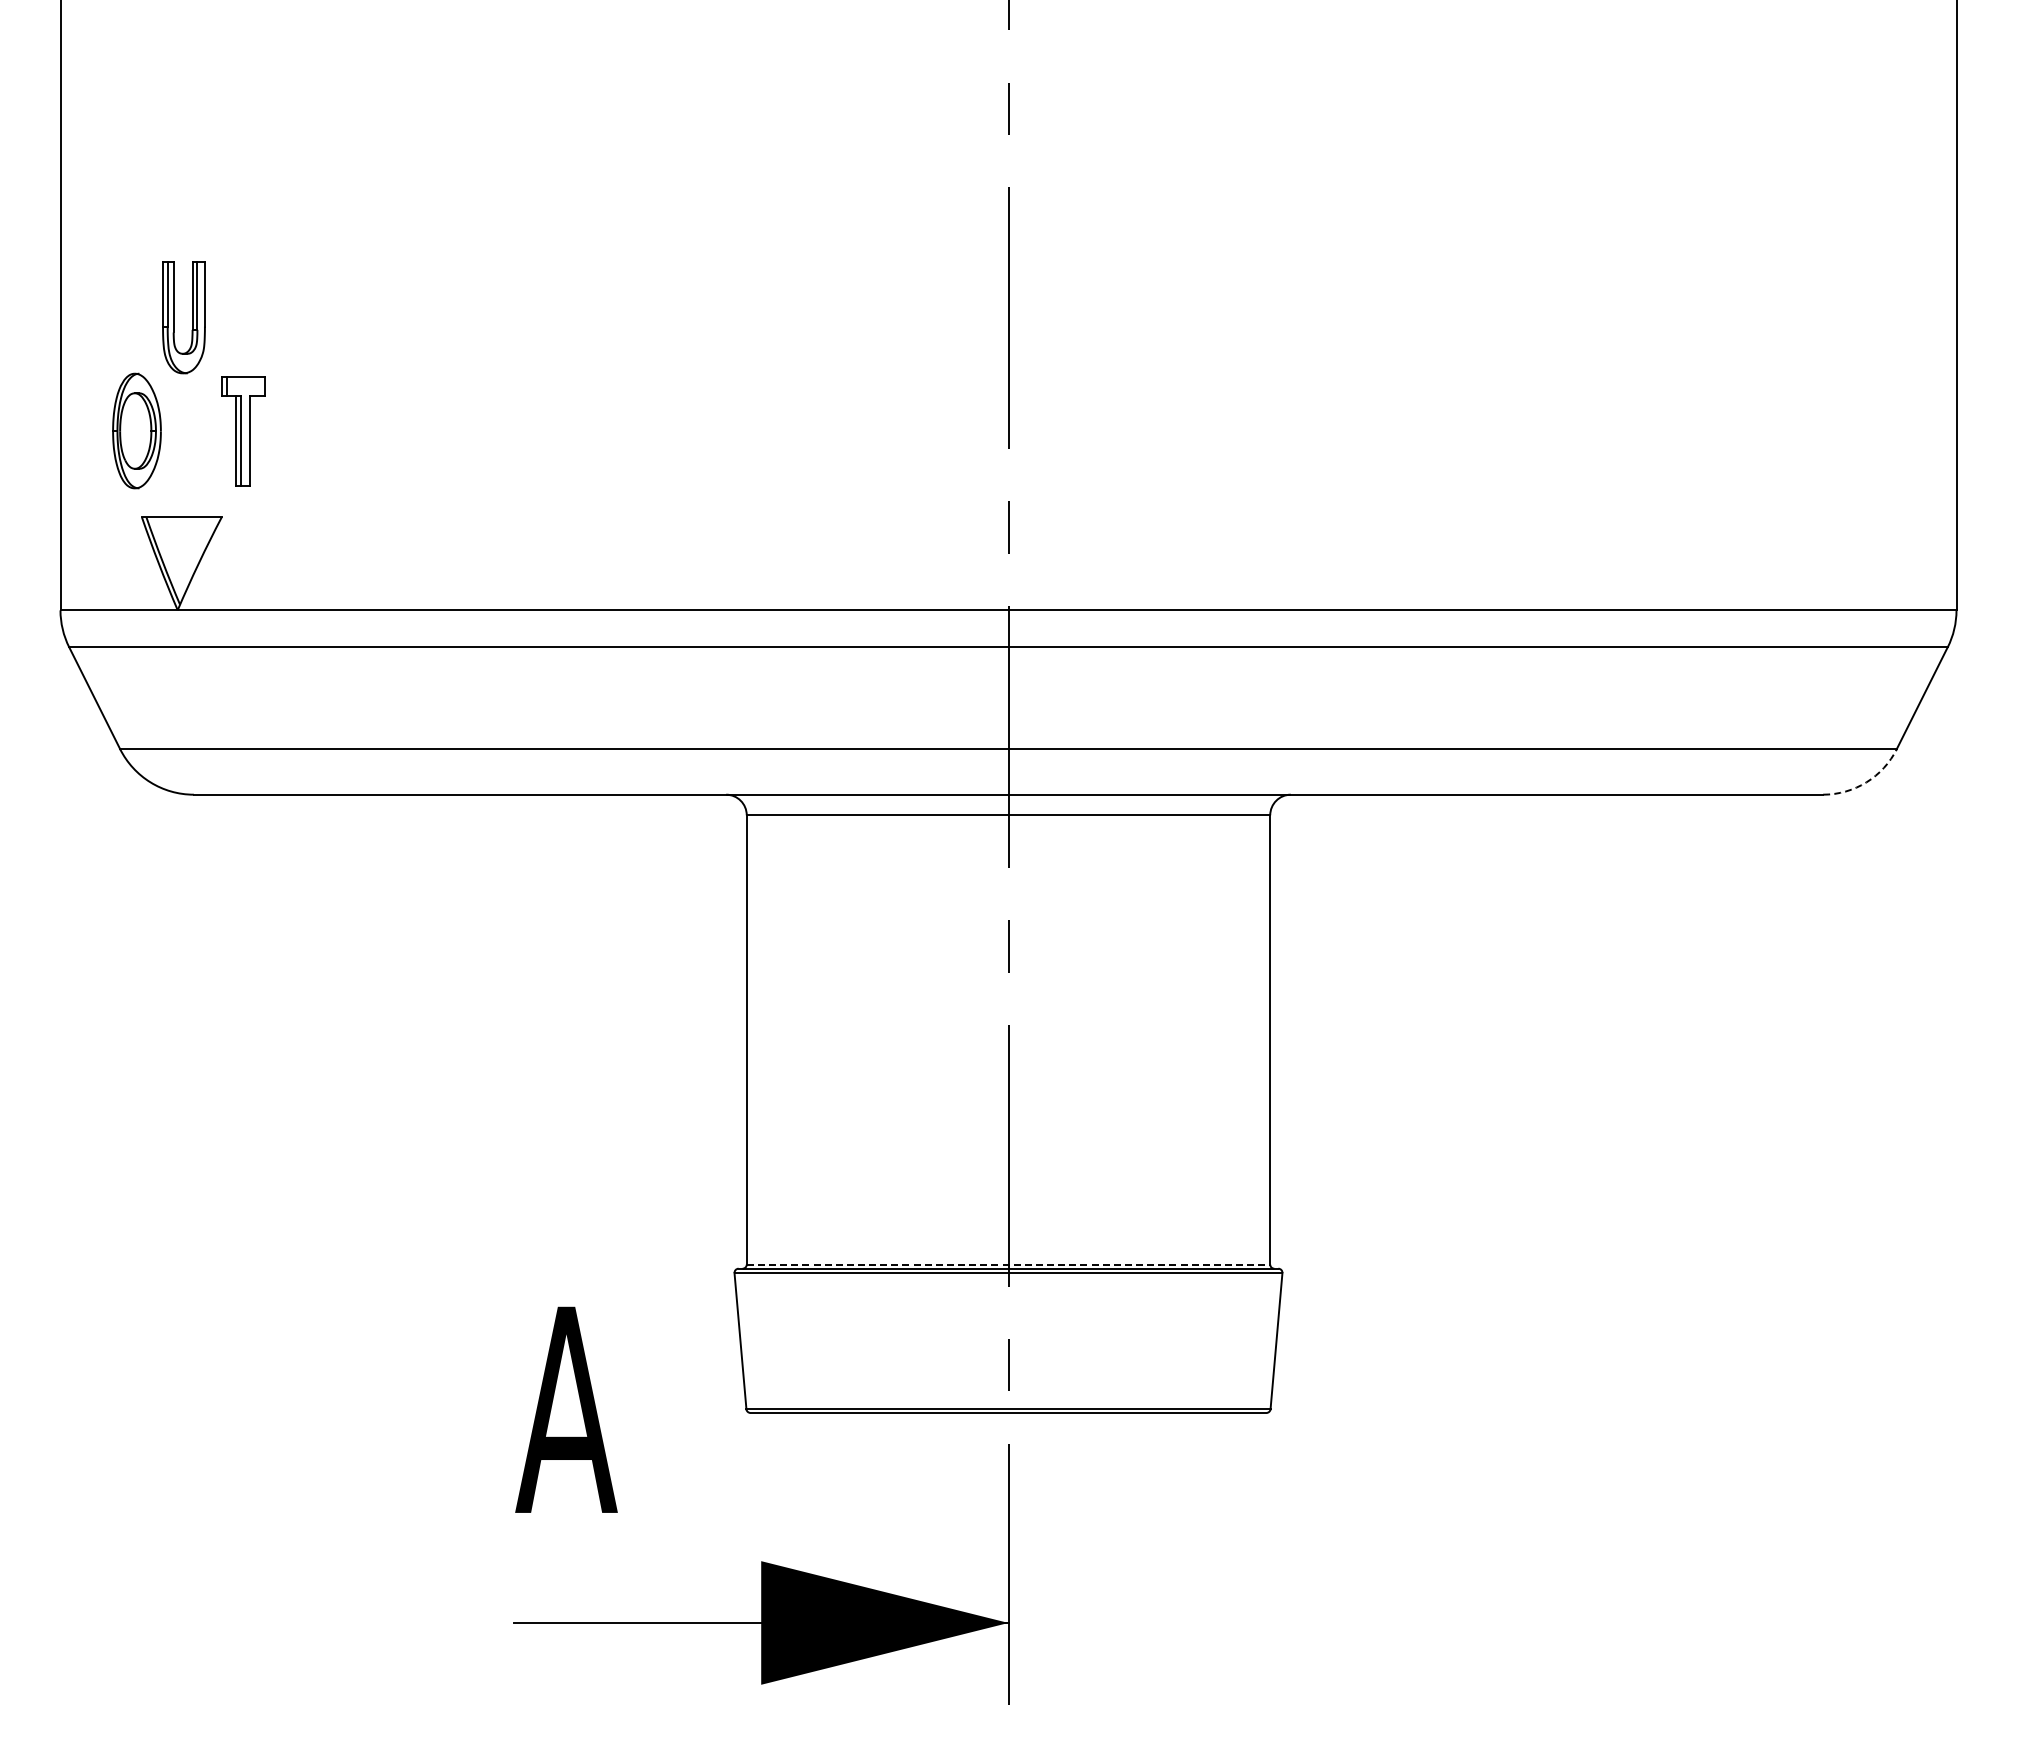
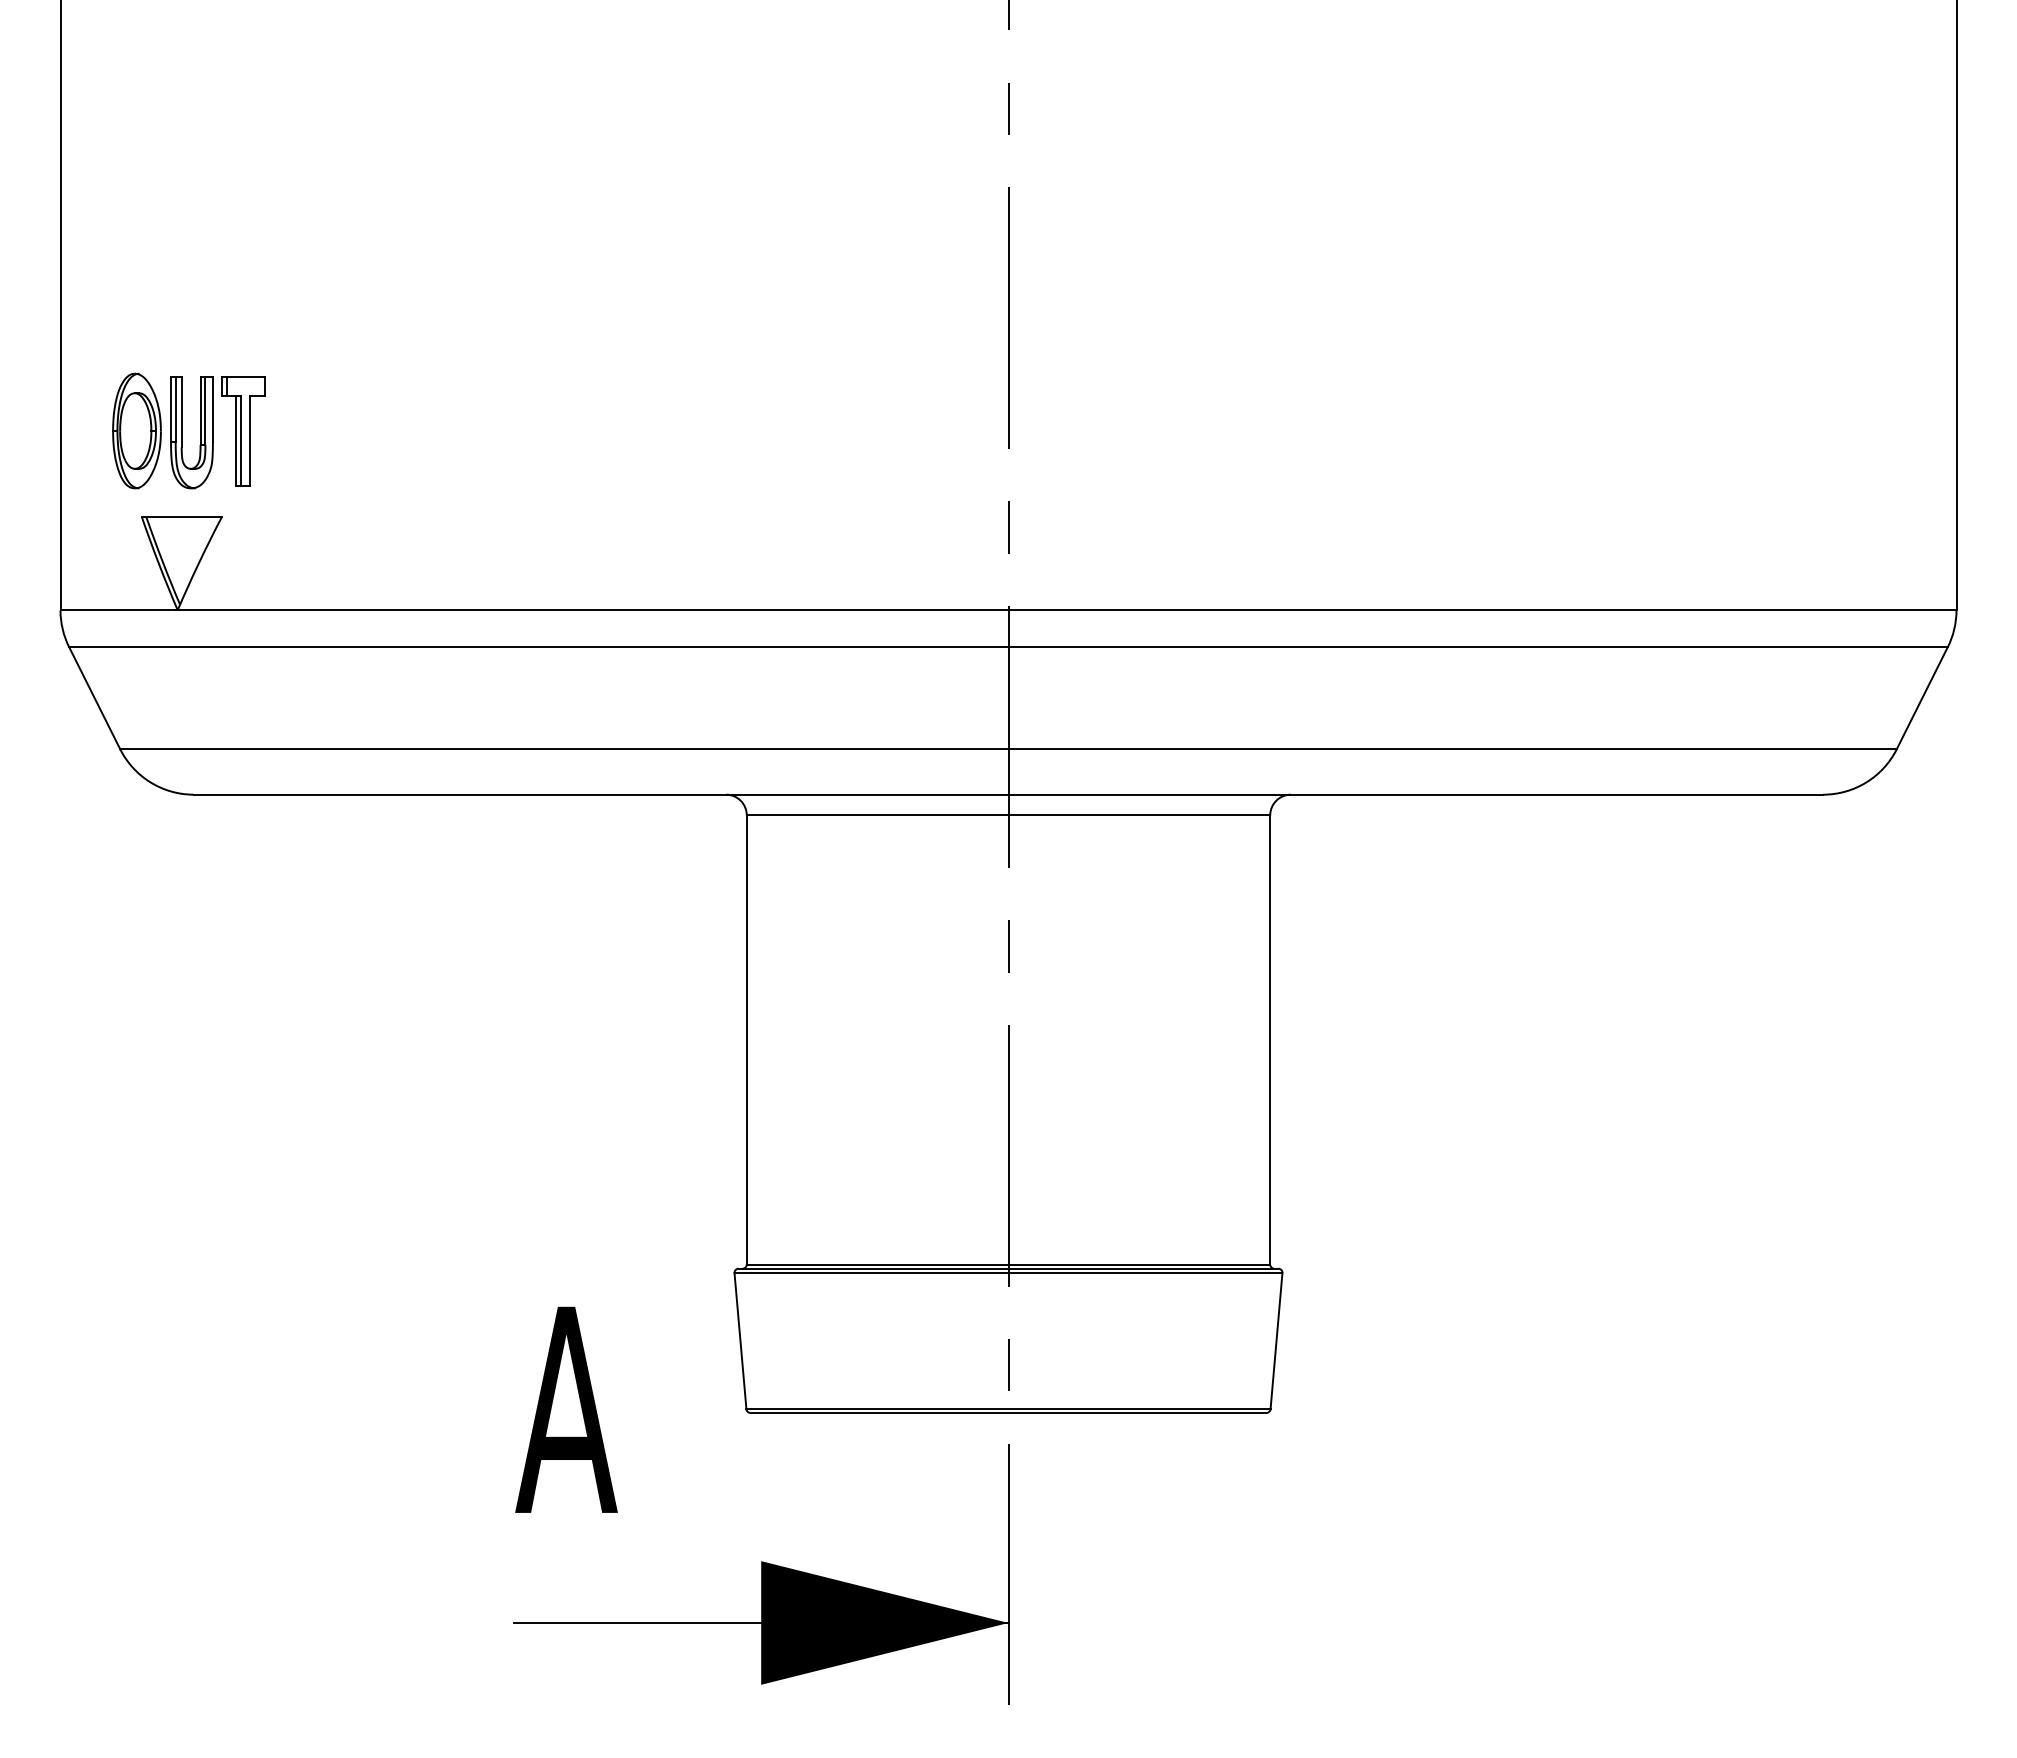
part at (174, 317) position: (174, 317) -> (182, 432)
arc at (1866, 782): dashed -> solid
line at (1008, 1264): dashed -> solid
